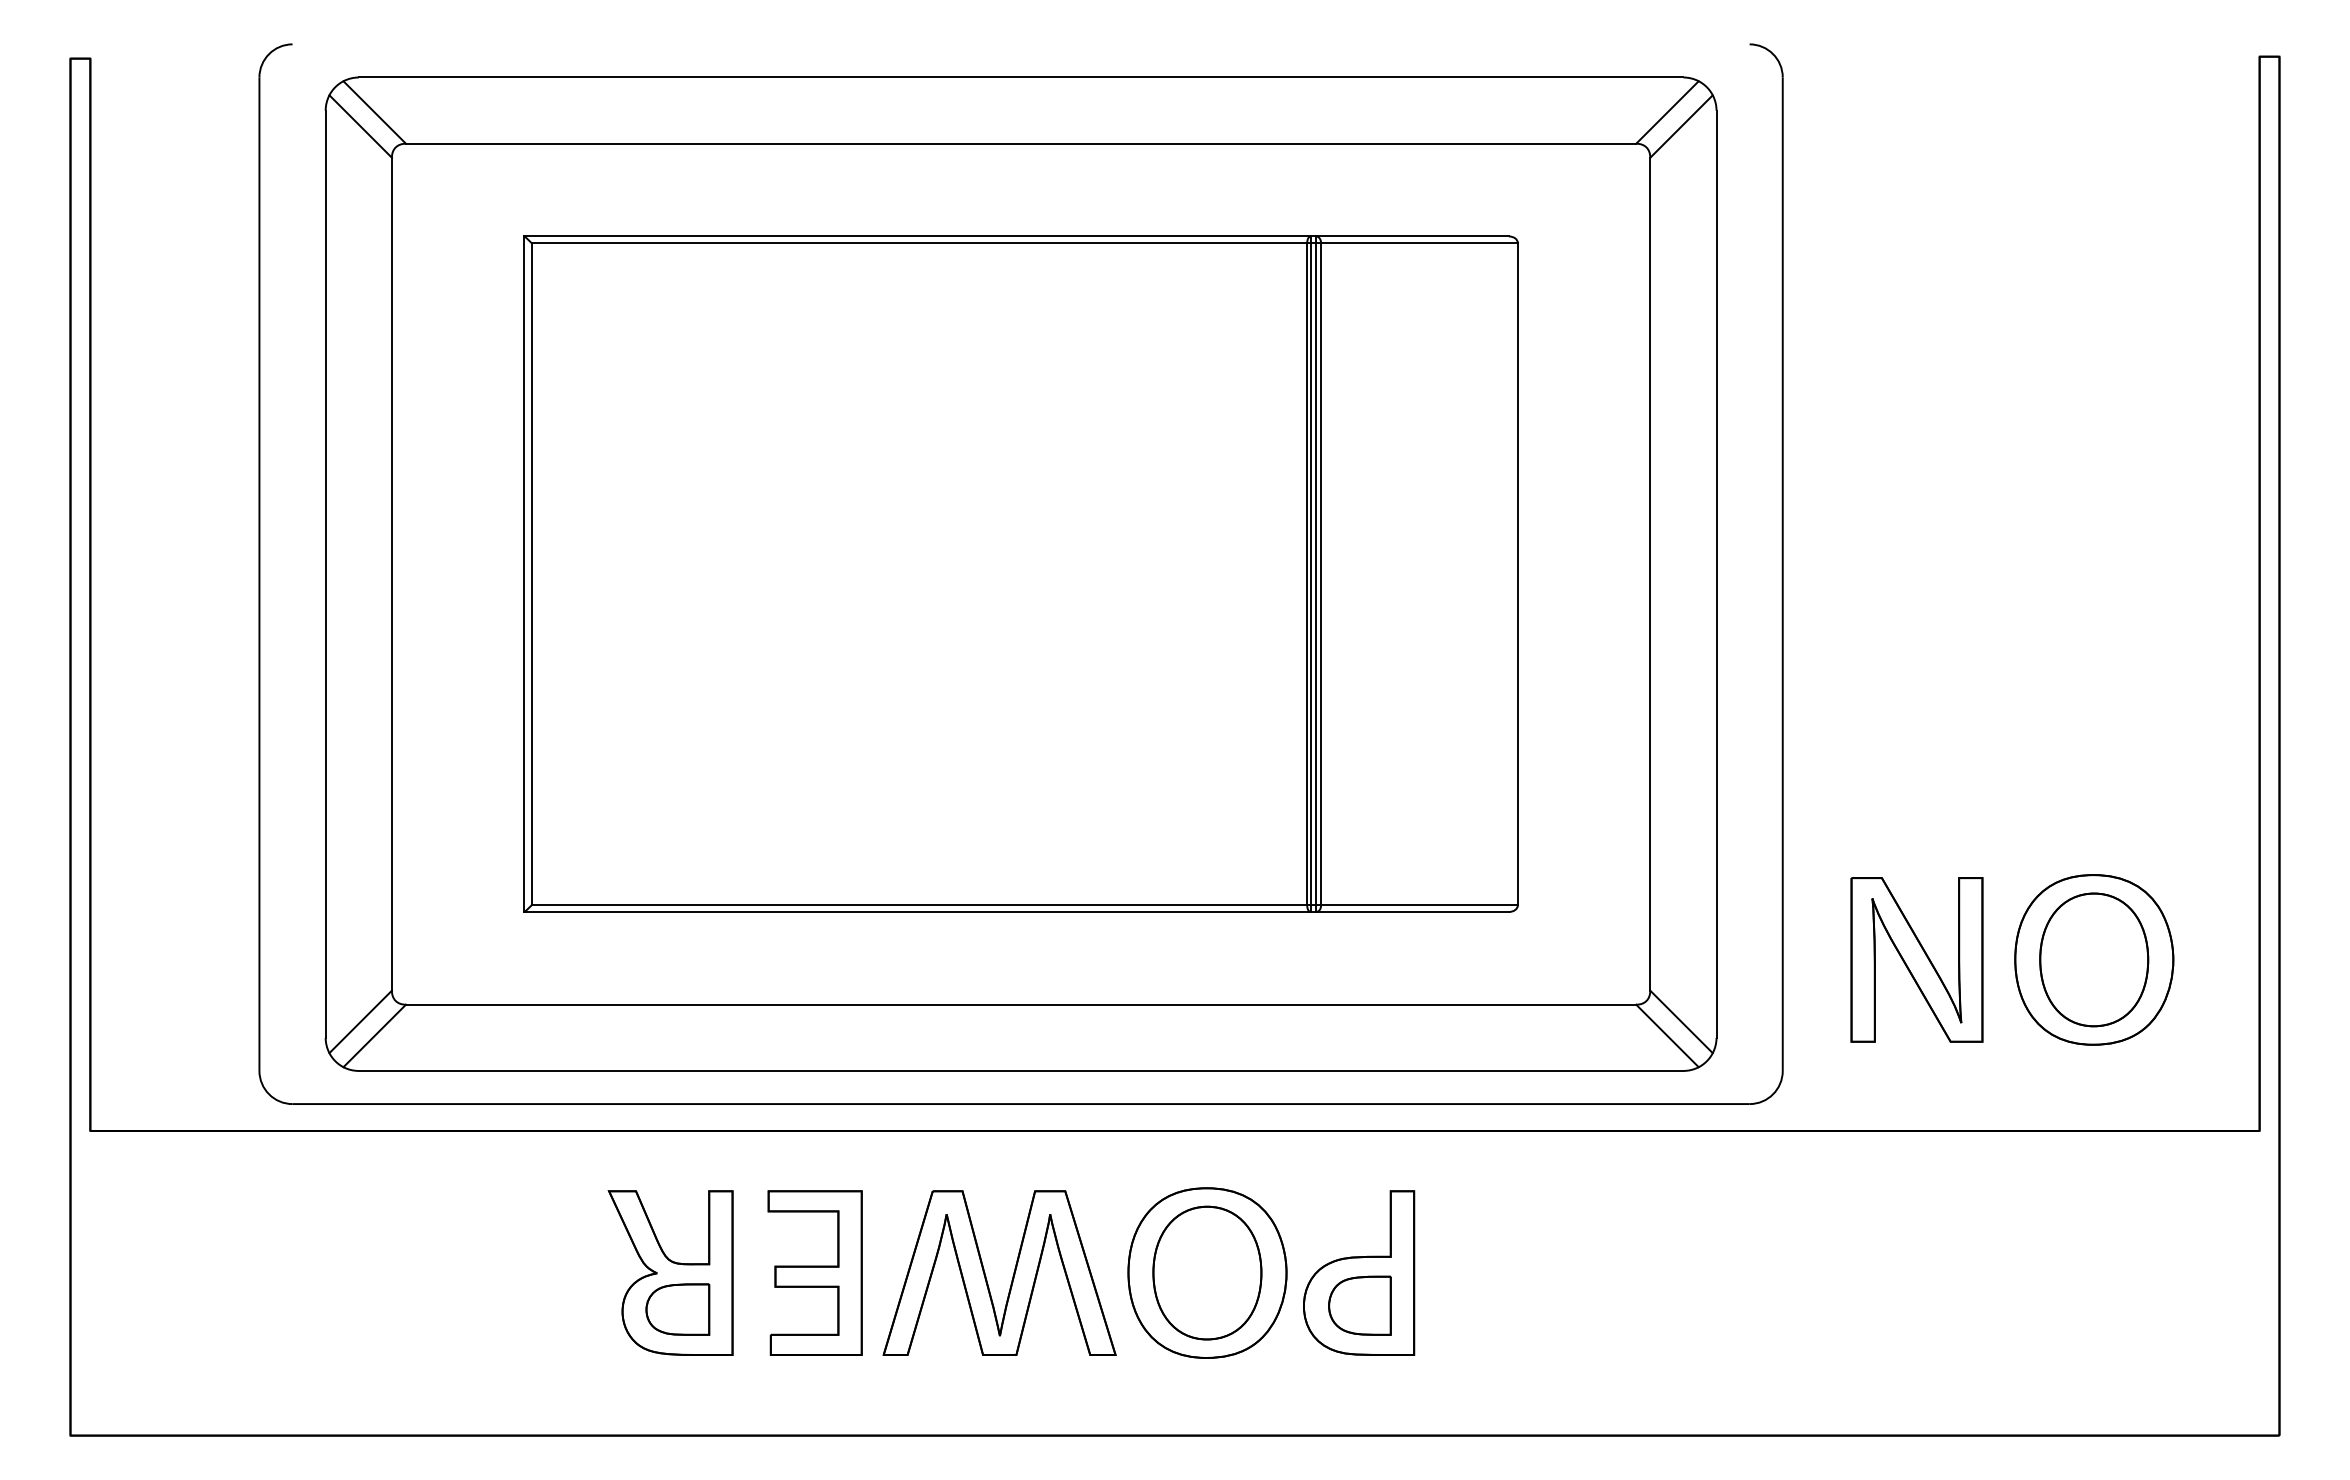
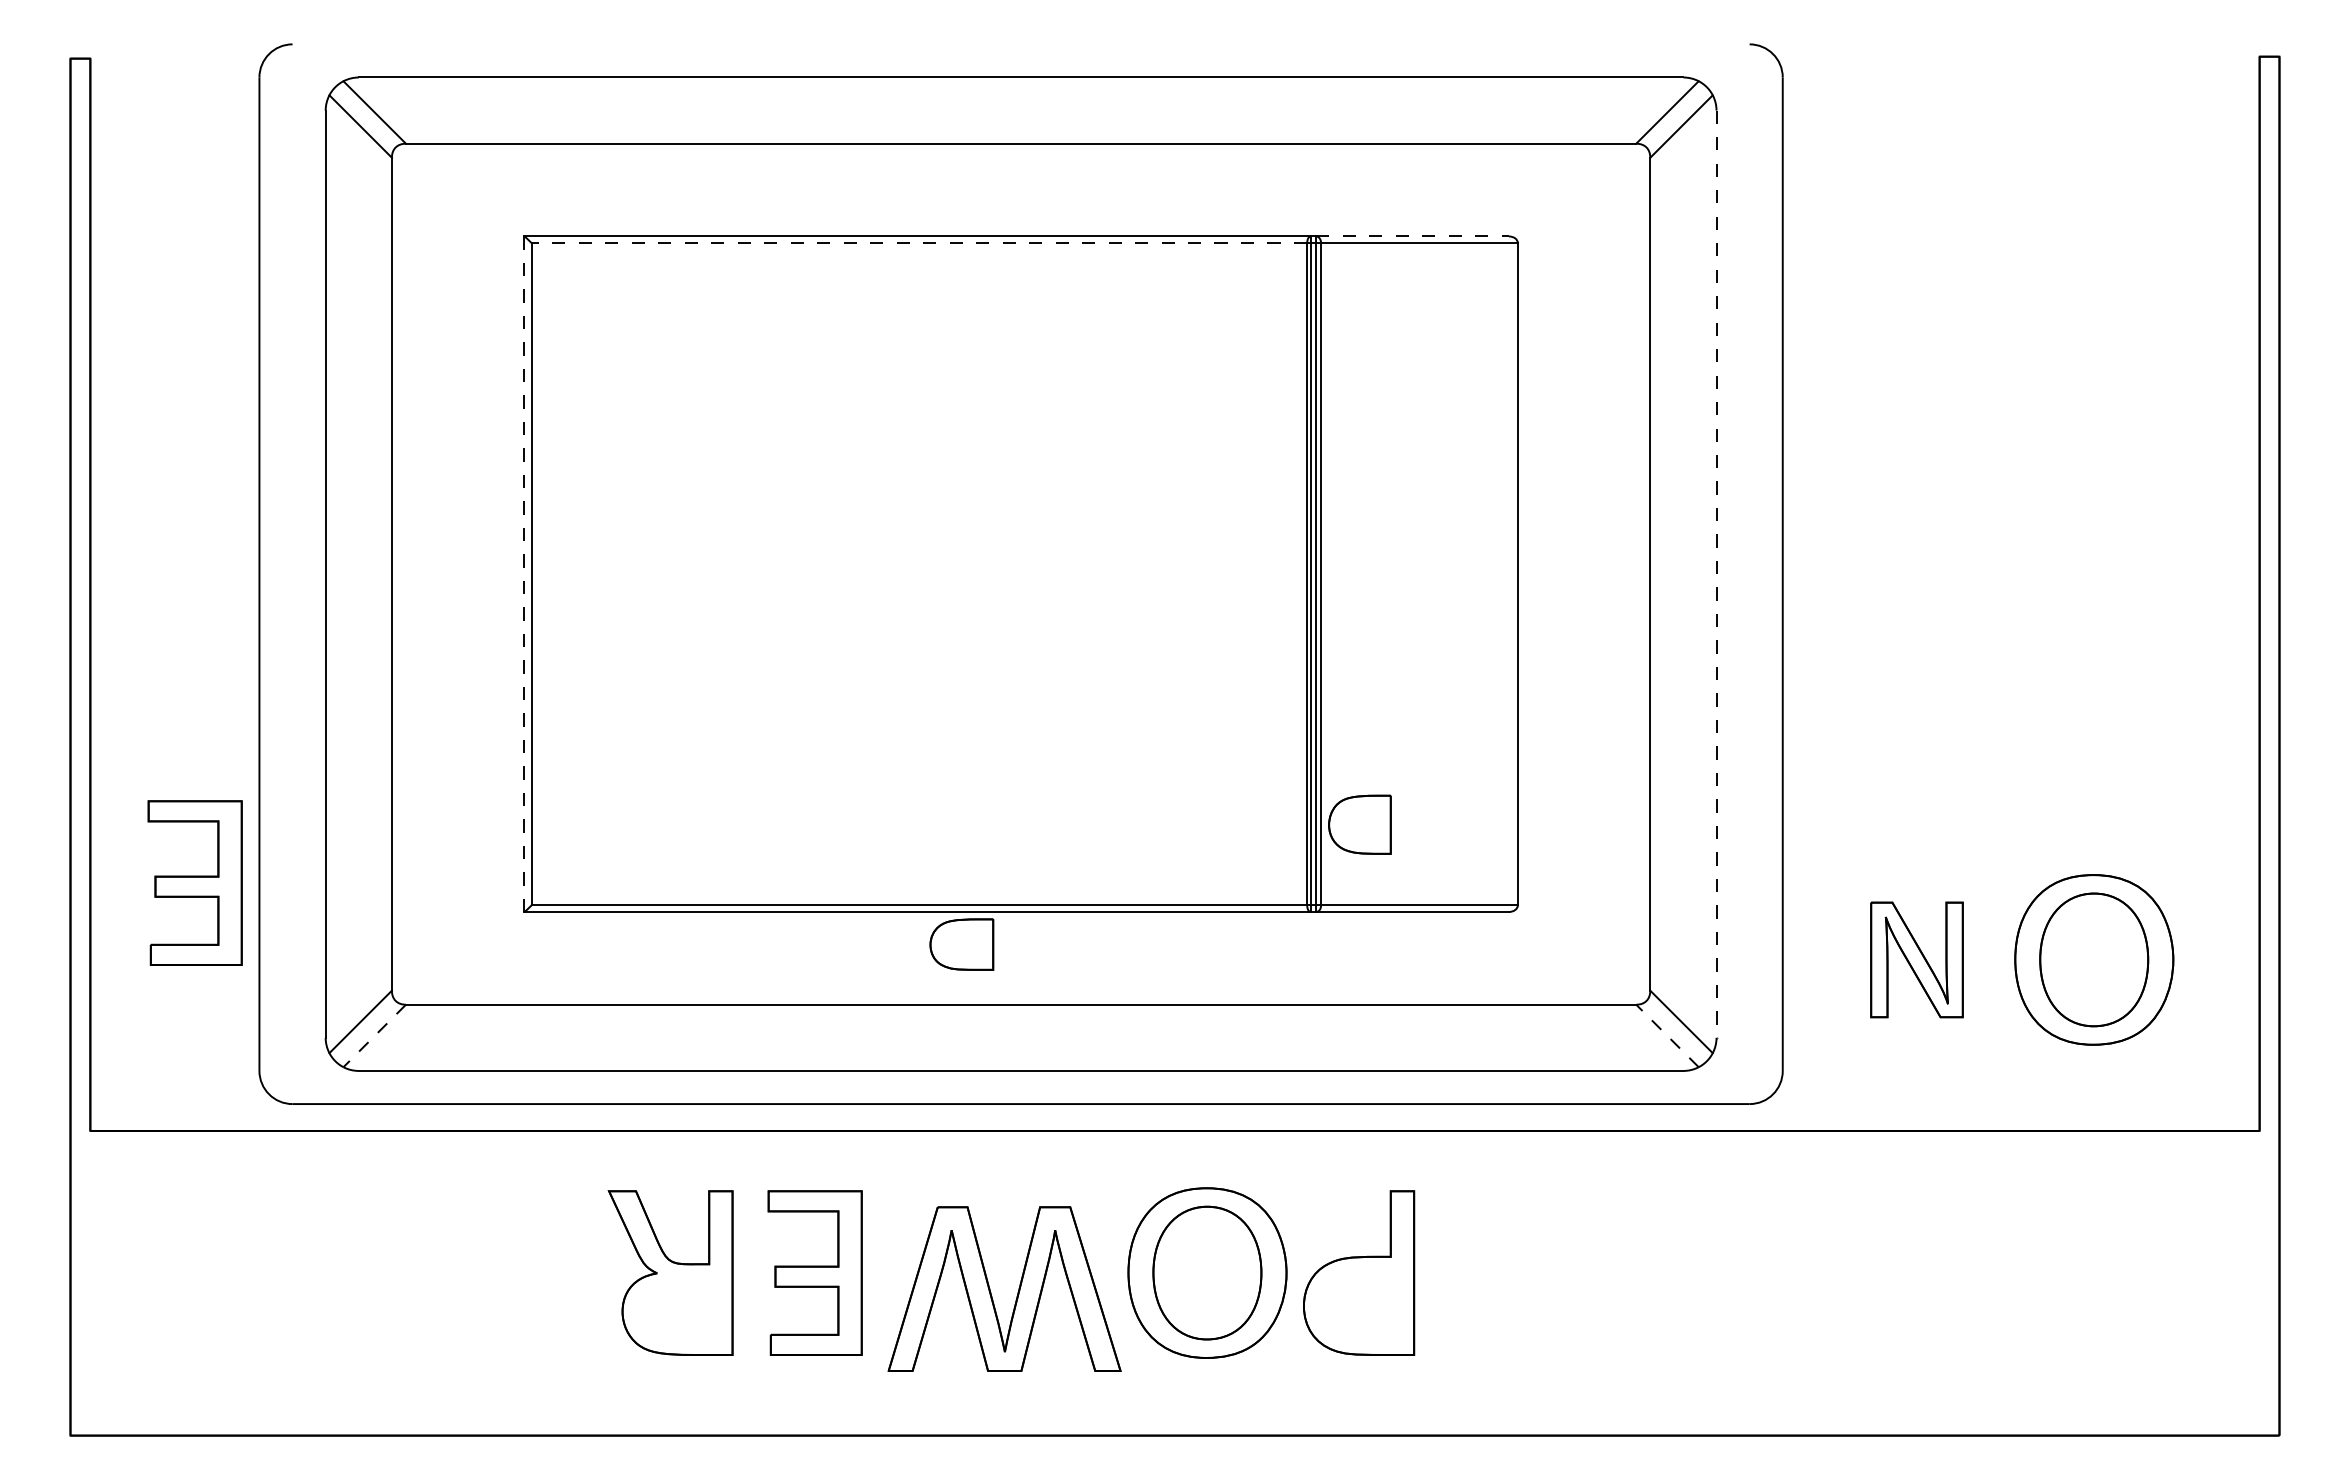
line at (1413, 236): solid -> dashed
line at (919, 243): solid -> dashed
line at (524, 574): solid -> dashed
line at (1716, 574): solid -> dashed
part at (194, 882): none -> present
part at (1916, 959) size: 134x166 px -> 94x118 px
line at (1667, 1035): solid -> dashed
line at (374, 1036): solid -> dashed
part at (986, 1276) position: (986, 1276) -> (991, 1292)
part at (1359, 1305) position: (1359, 1305) -> (1359, 824)
part at (677, 1309) position: (677, 1309) -> (961, 944)
